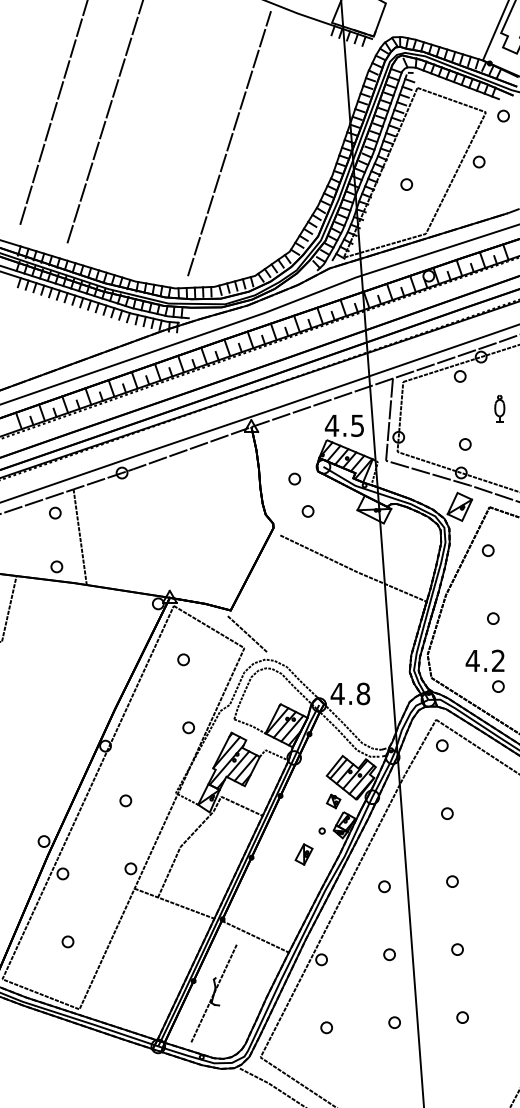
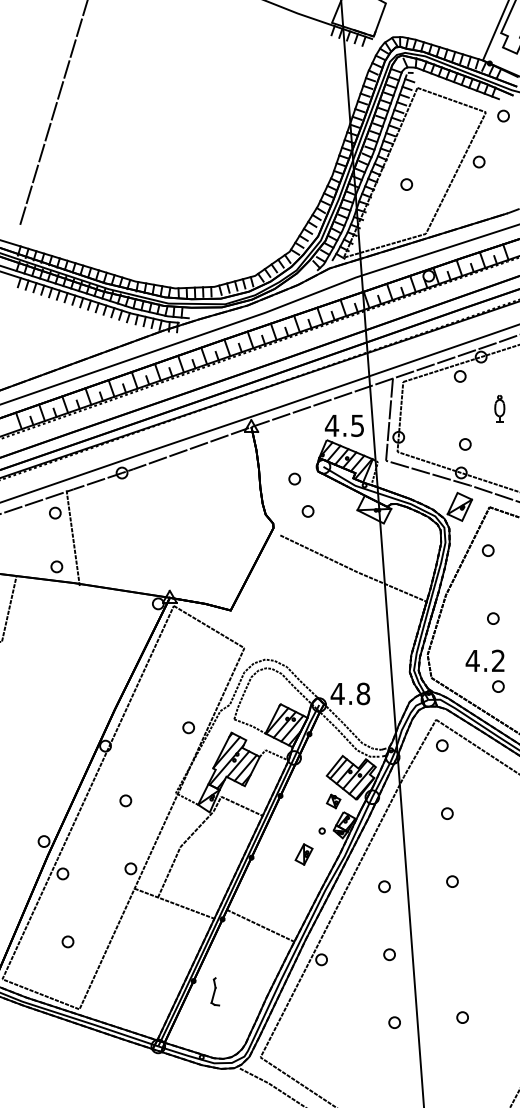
line at (104, 122): present -> none
line at (229, 143): present -> none
line at (79, 537) position: (79, 537) -> (72, 538)
line at (247, 634): present -> none
part at (183, 659): present -> none
line at (254, 936) position: (254, 936) -> (259, 925)
part at (457, 949): present -> none
line at (214, 992): present -> none
part at (326, 1027): present -> none
